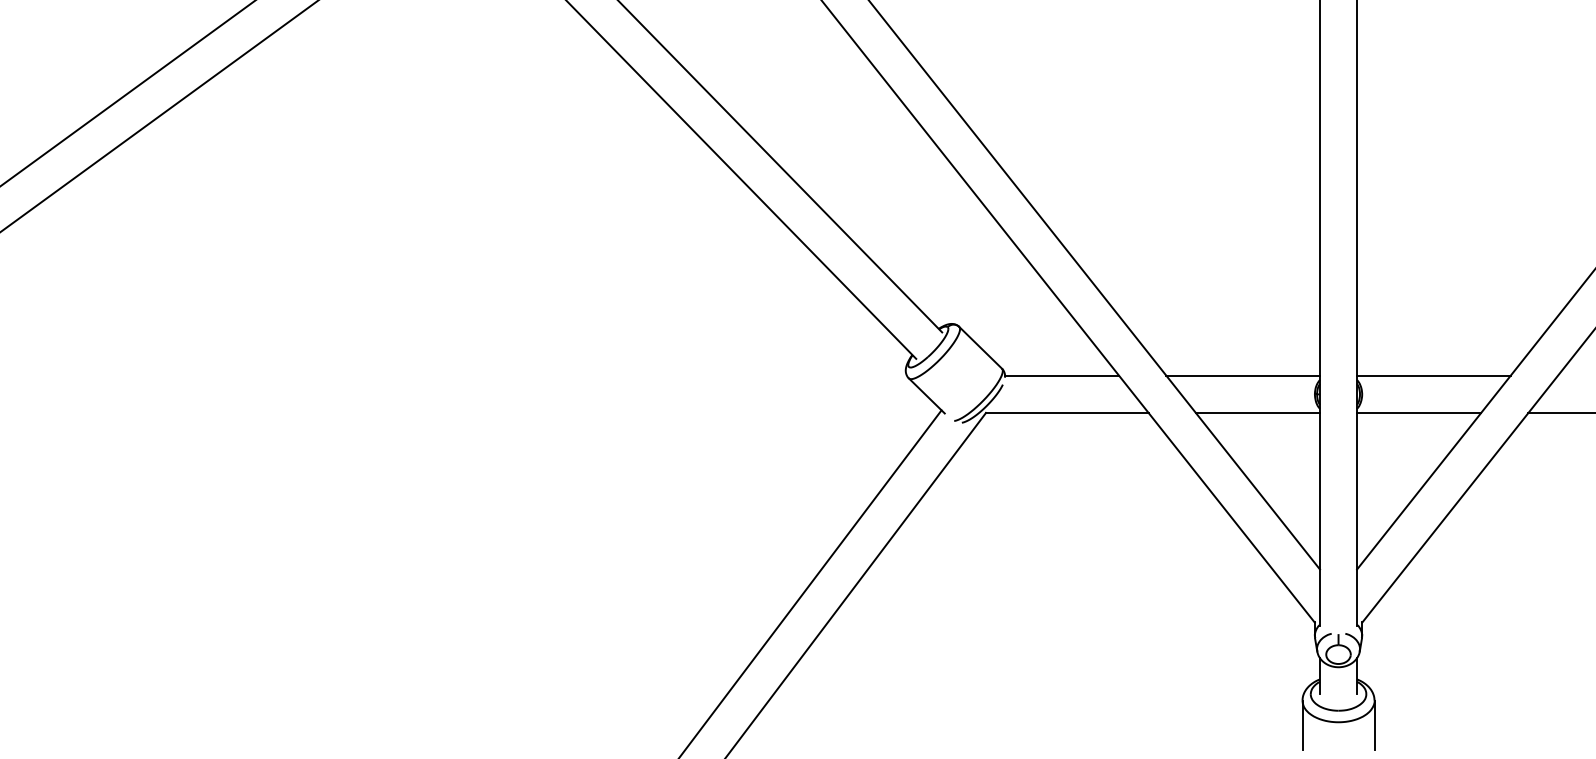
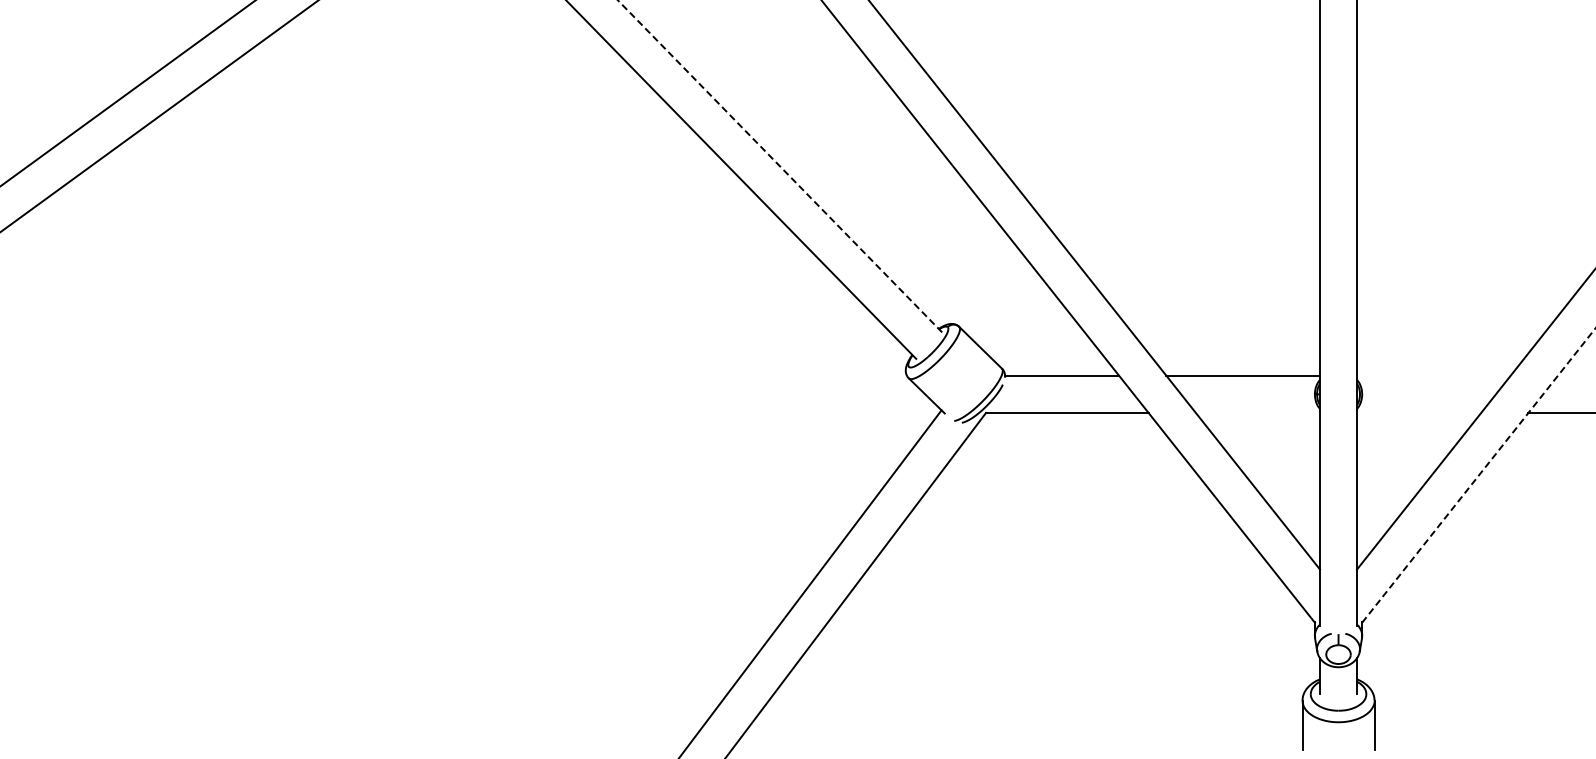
line at (780, 166): solid -> dashed
line at (1433, 375): present -> none
line at (1257, 412): present -> none
line at (1419, 412): present -> none
line at (1478, 475): solid -> dashed
